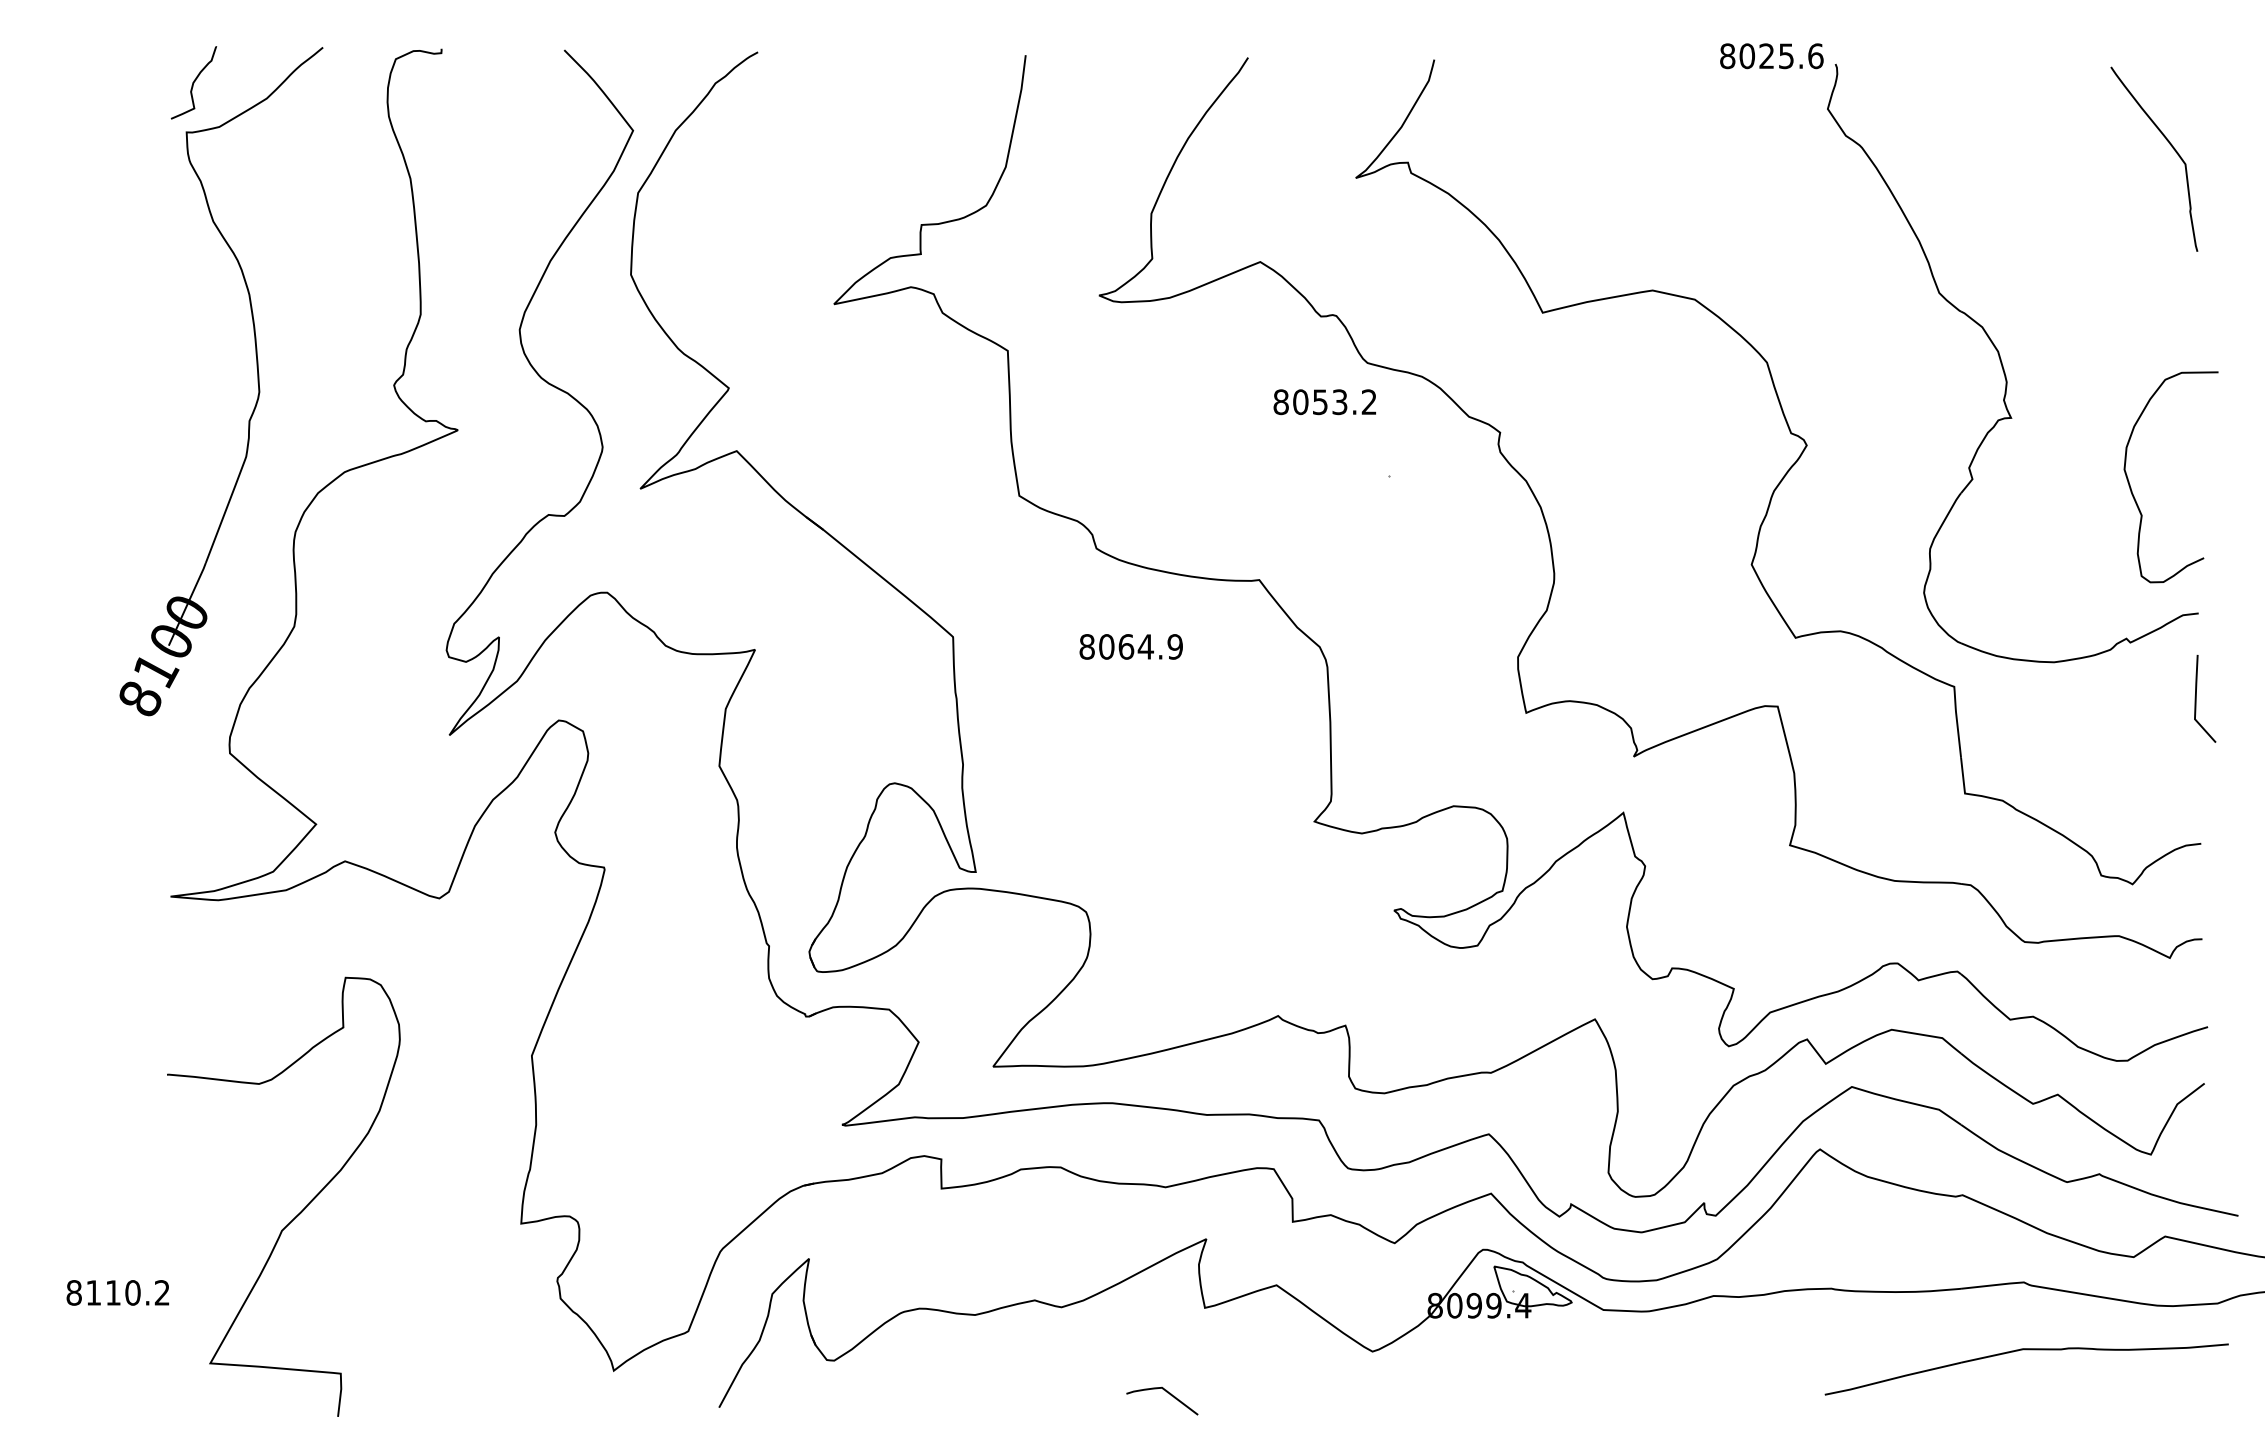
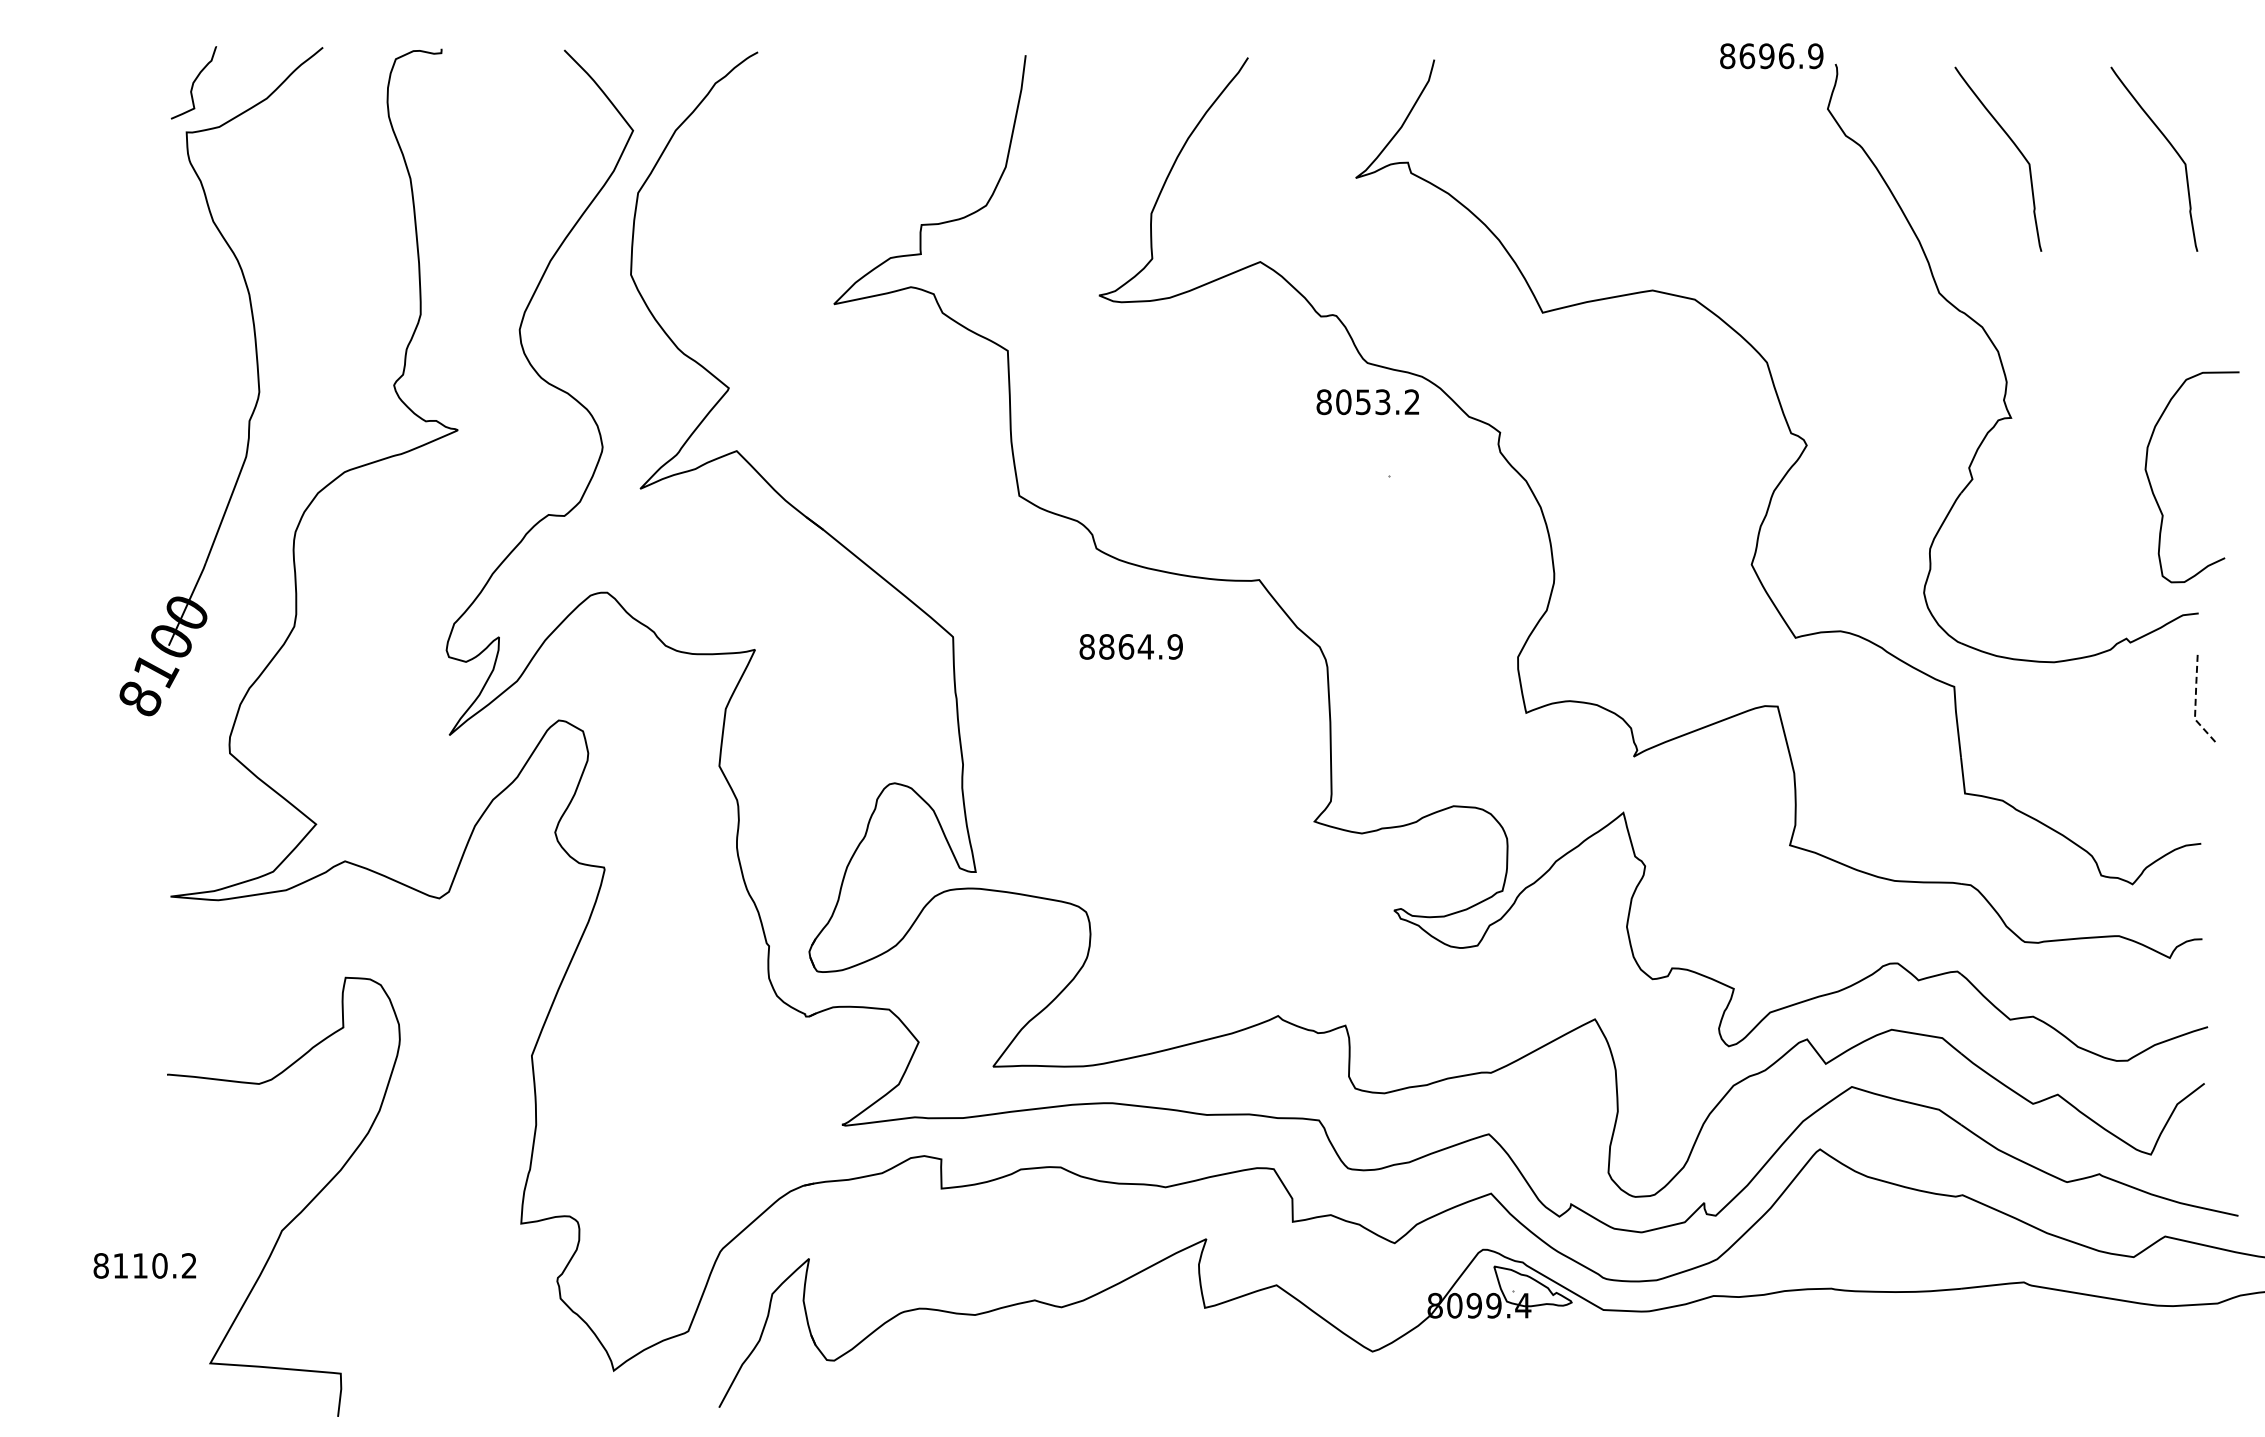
text at (1781, 56): 8025.6 -> 8696.9
curve at (2013, 144): none -> present
text at (1324, 402) position: (1324, 402) -> (1367, 402)
curve at (2132, 490) position: (2132, 490) -> (2153, 490)
text at (1106, 646): 8064.9 -> 8864.9
line at (2195, 703): solid -> dashed
text at (117, 1292) position: (117, 1292) -> (144, 1265)
part at (2026, 1350): present -> none
curve at (1167, 1393): present -> none
